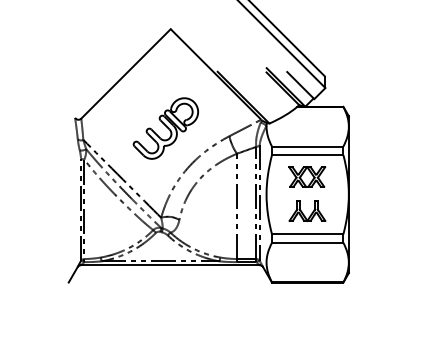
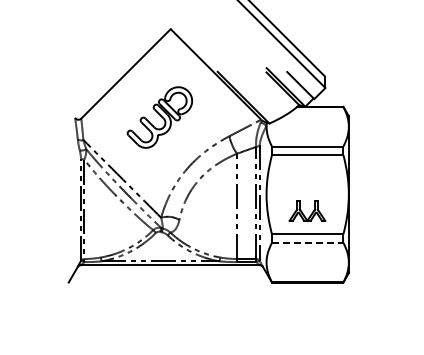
part at (165, 128) position: (165, 128) -> (159, 117)
part at (307, 176): present -> none
line at (307, 242): solid -> dashed
